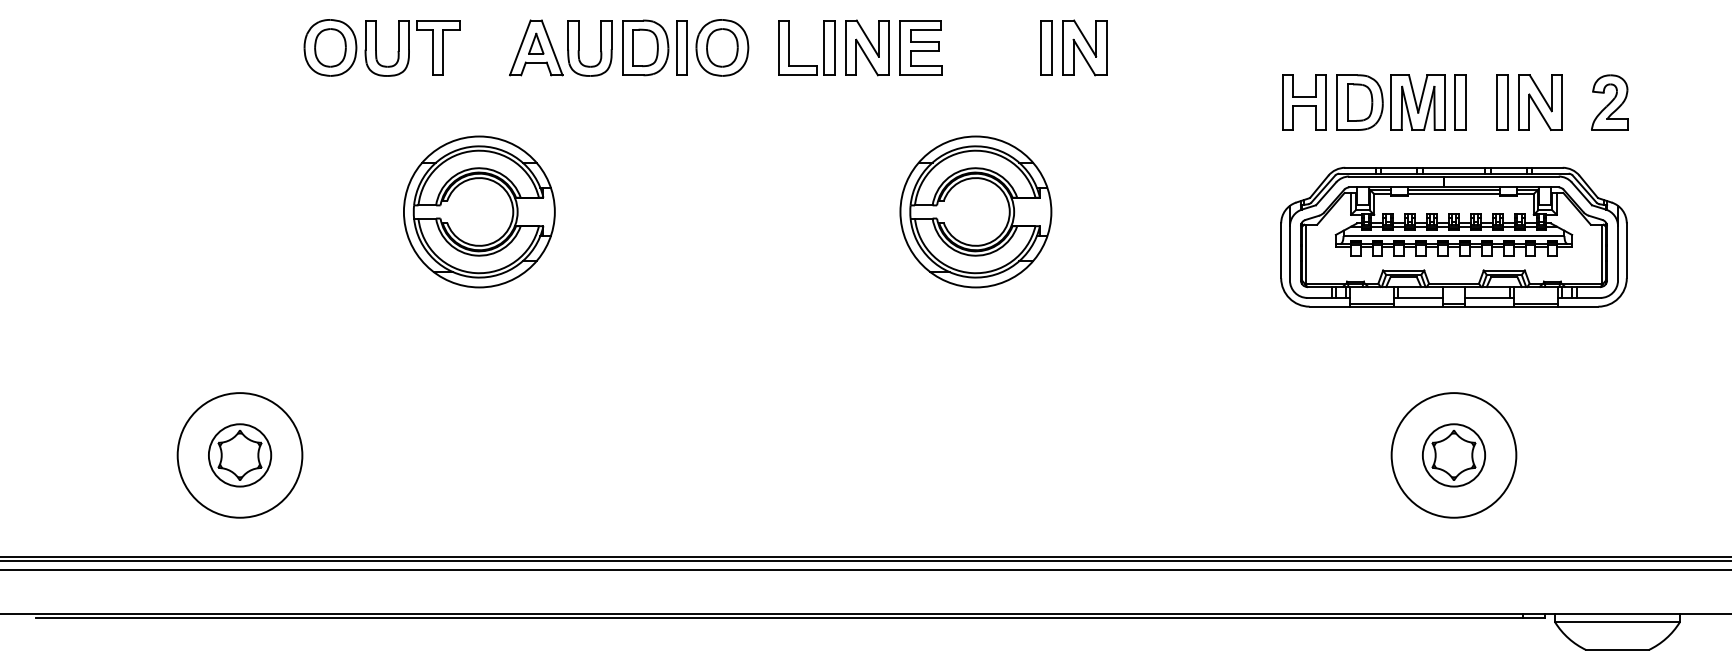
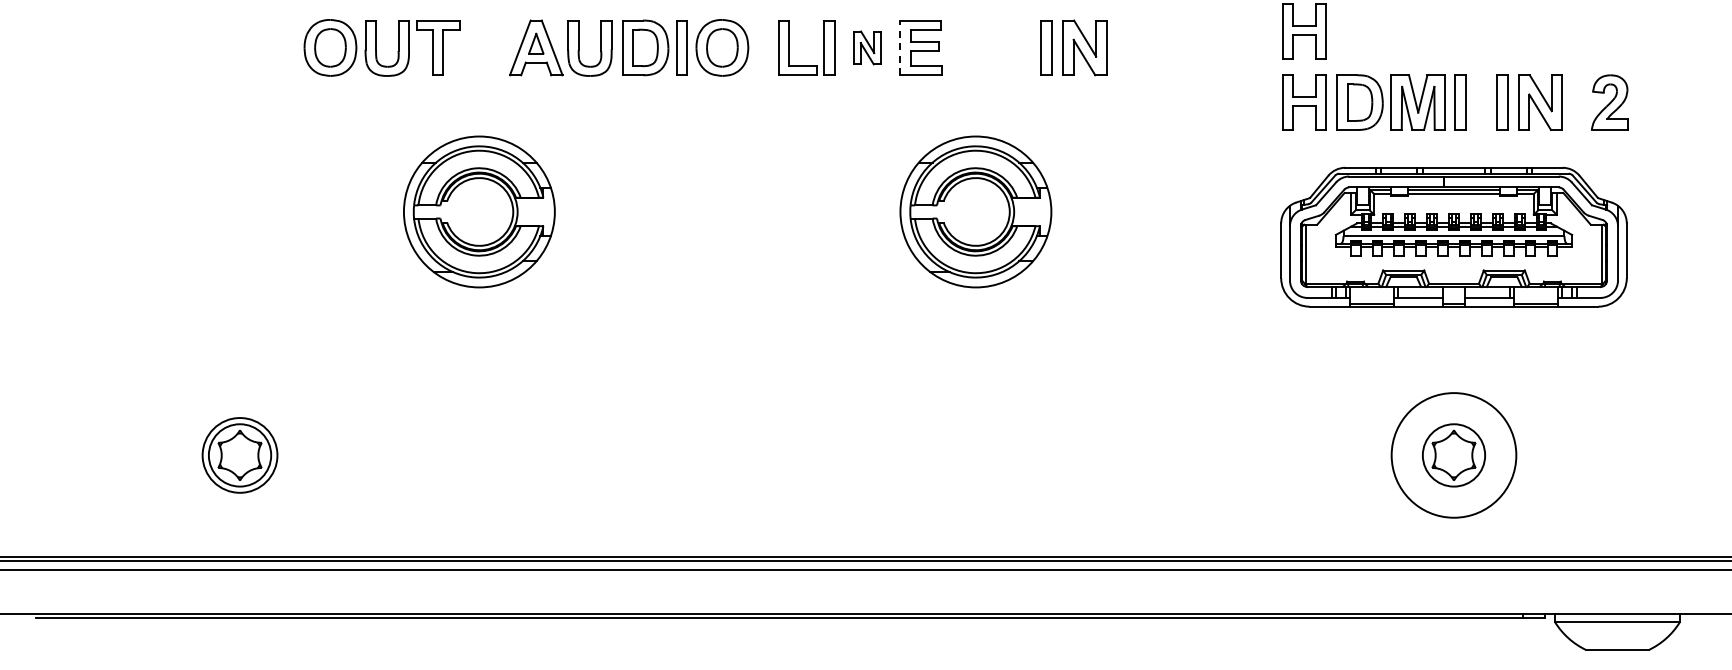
part at (1304, 31): none -> present
part at (867, 47) size: 45x58 px -> 29x36 px
line at (900, 47): solid -> dashed
circle at (239, 455) diameter: 125 px -> 75 px
